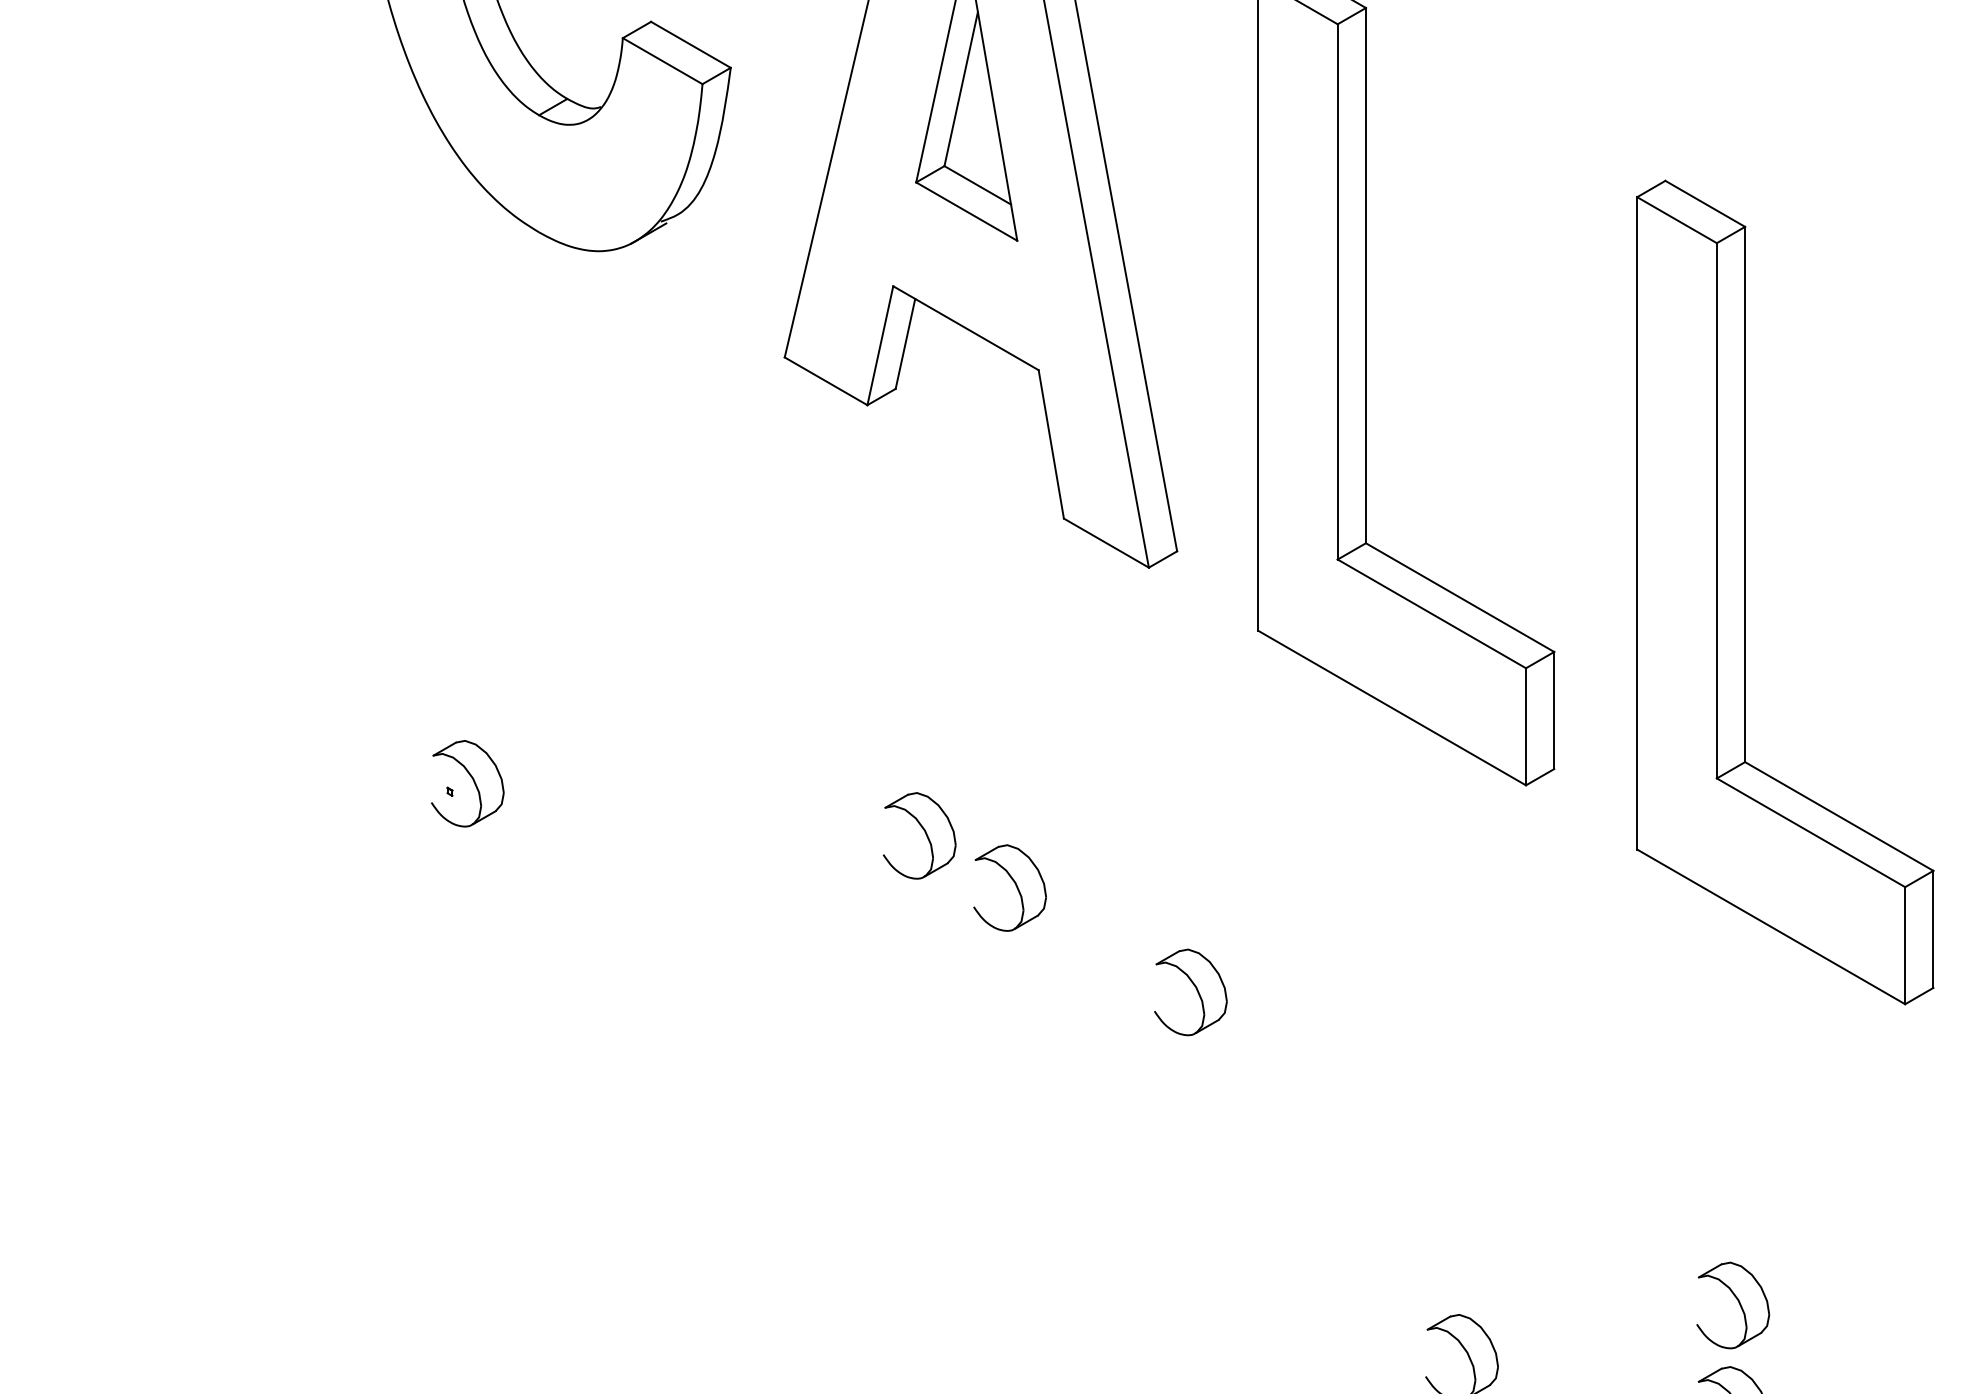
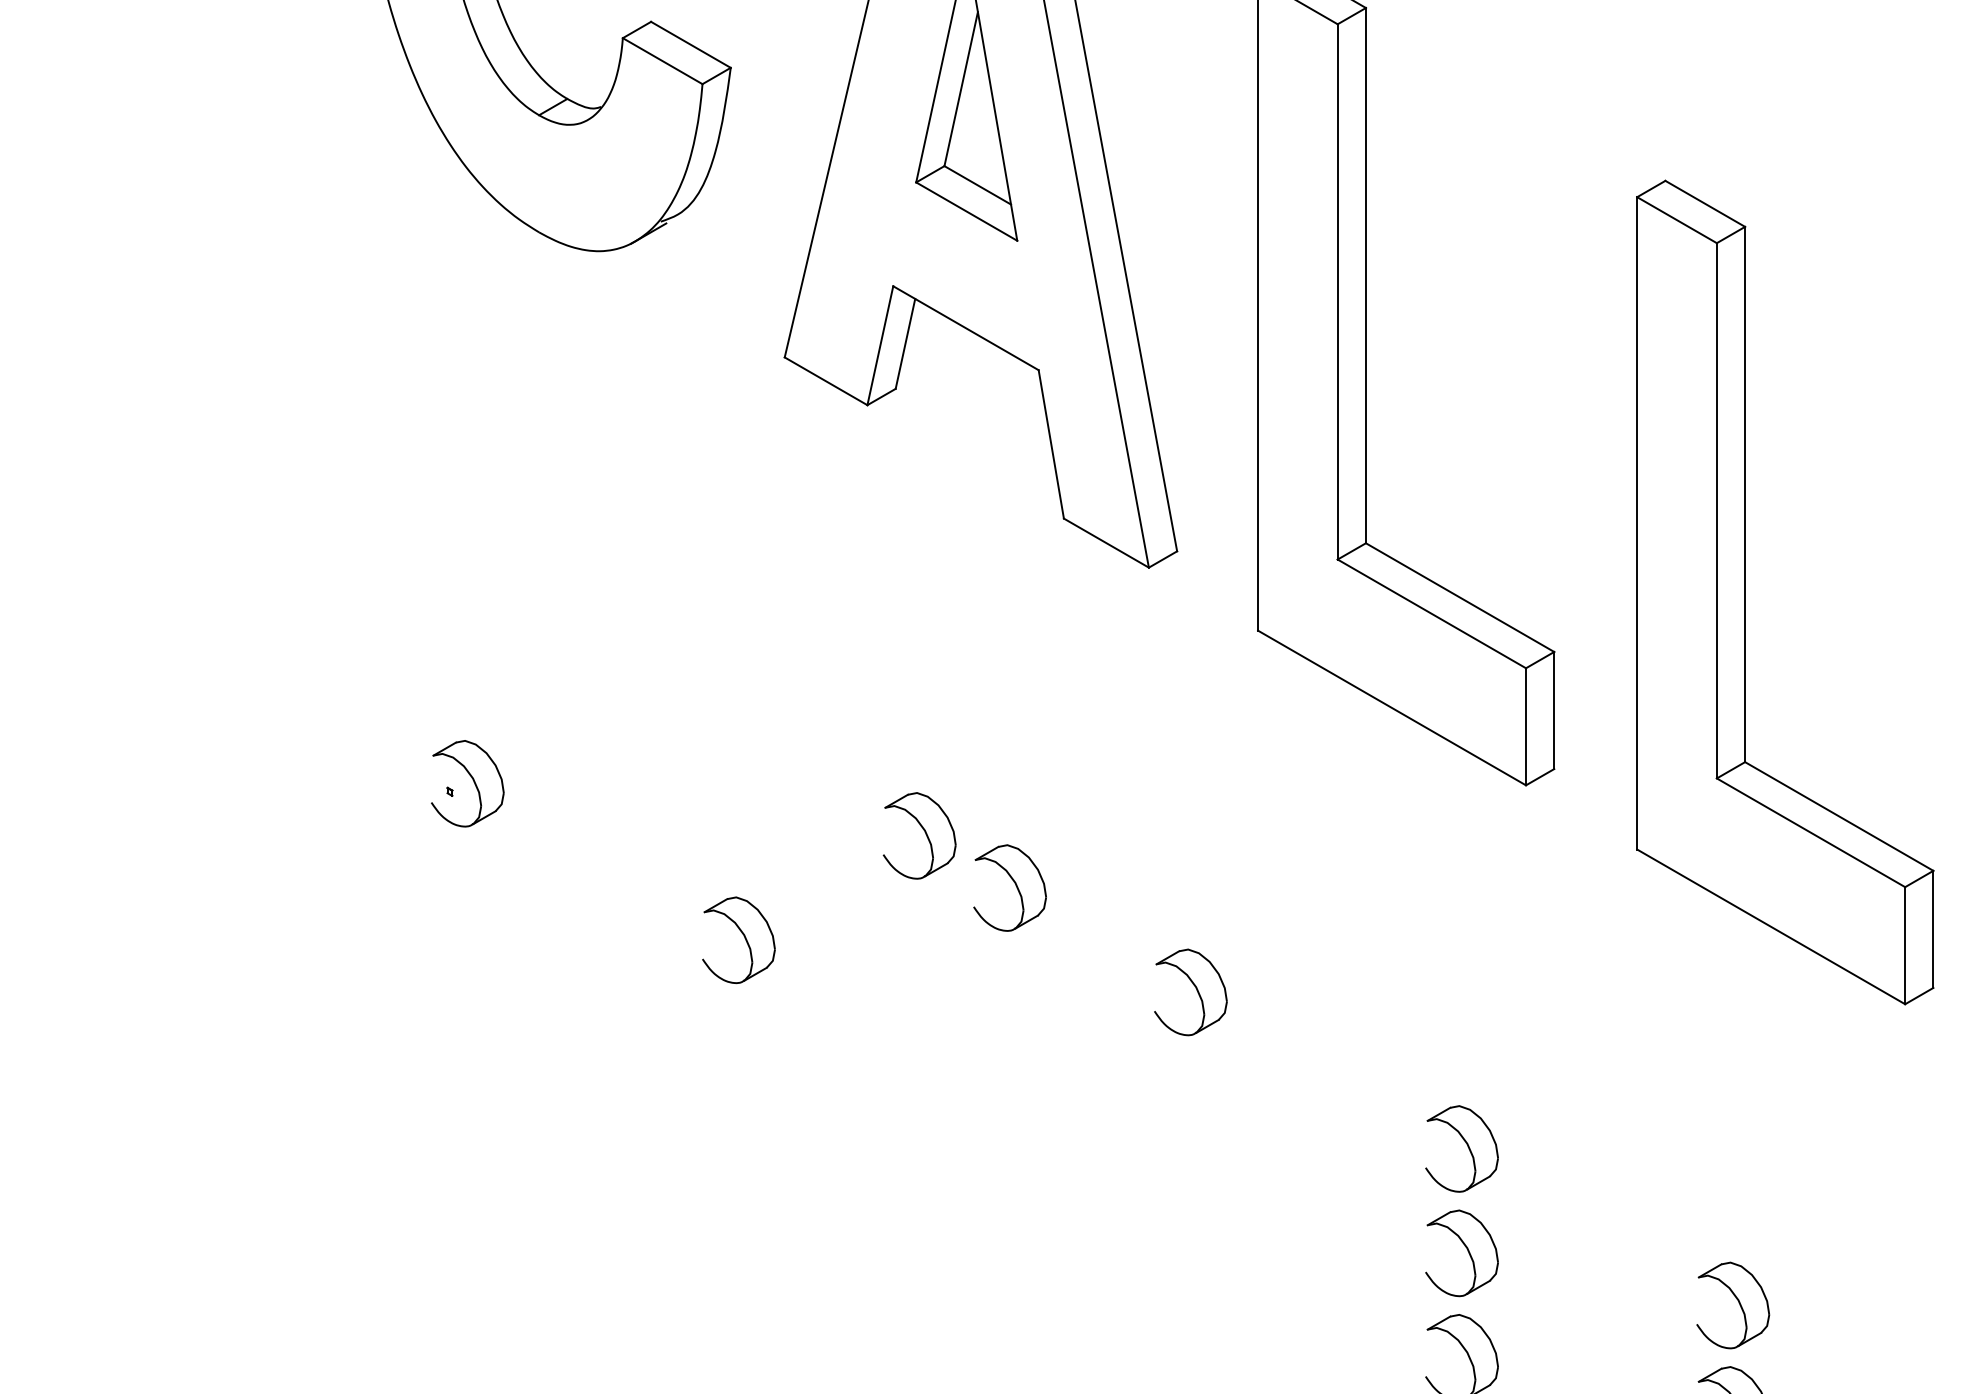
part at (744, 938): none -> present
part at (1467, 1146): none -> present
part at (1467, 1251): none -> present
